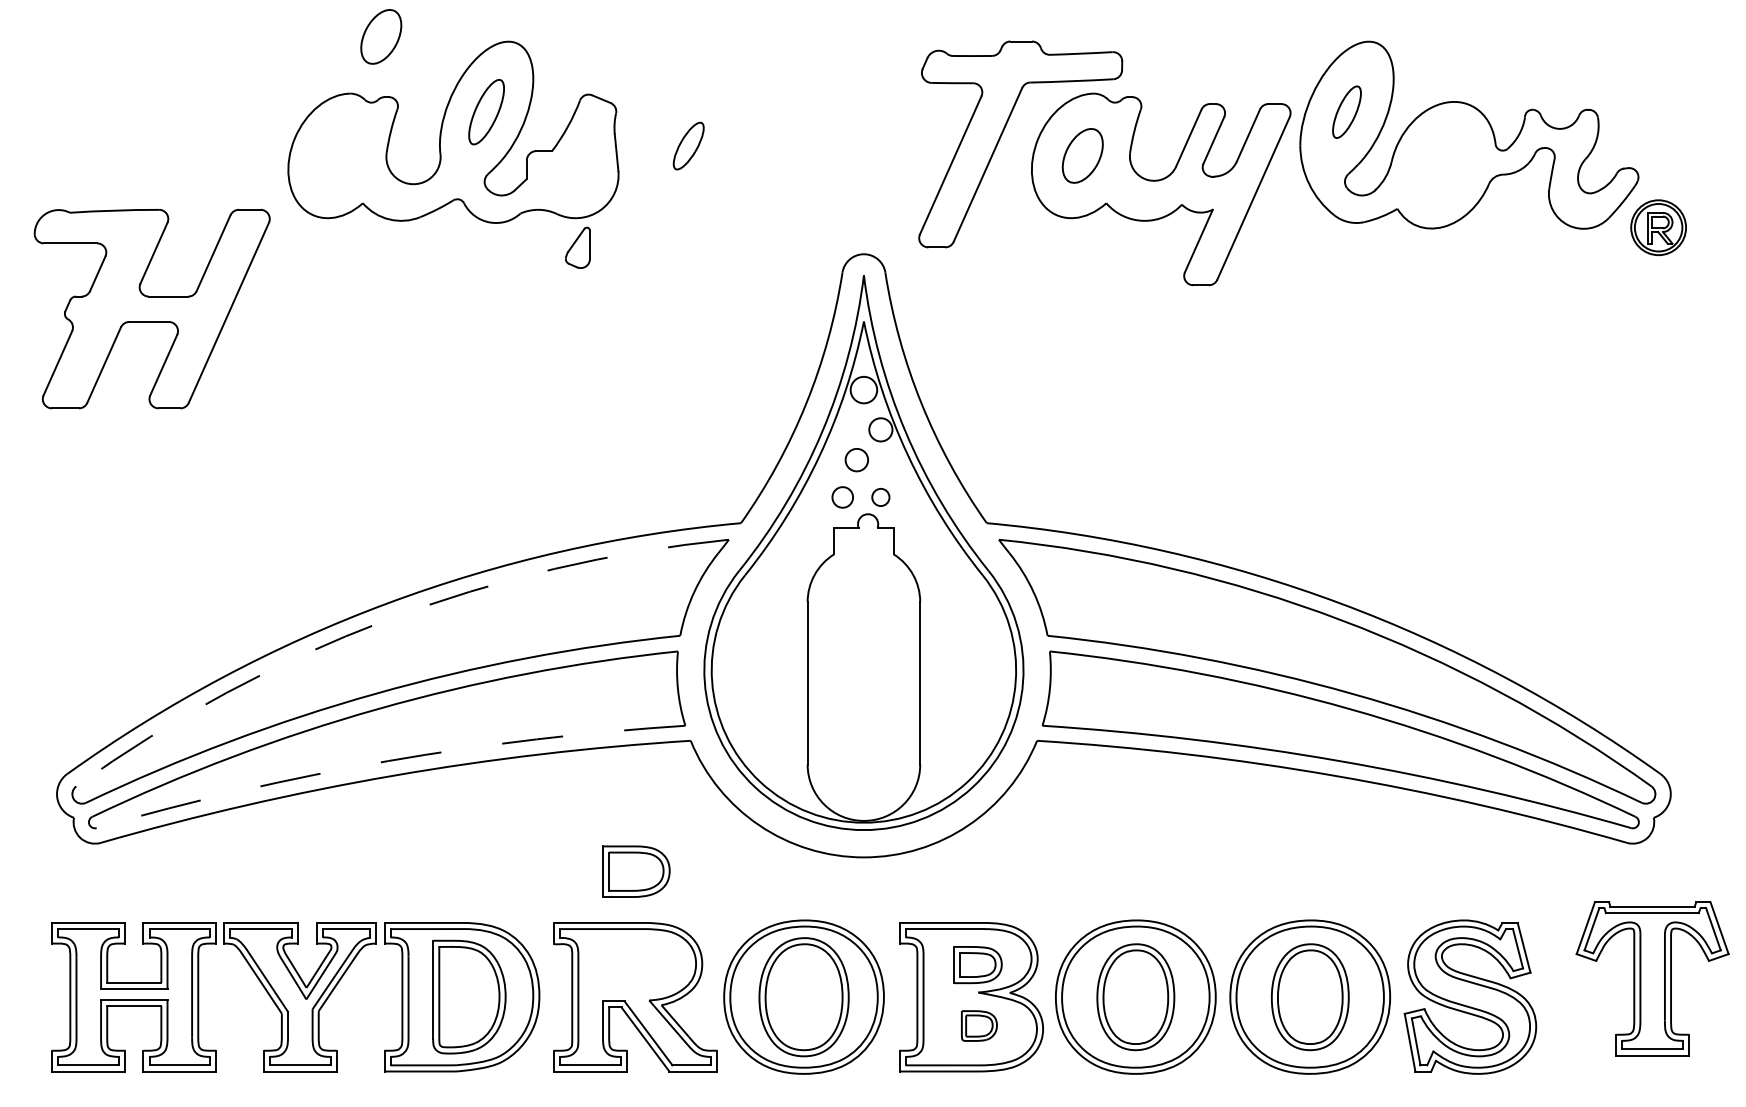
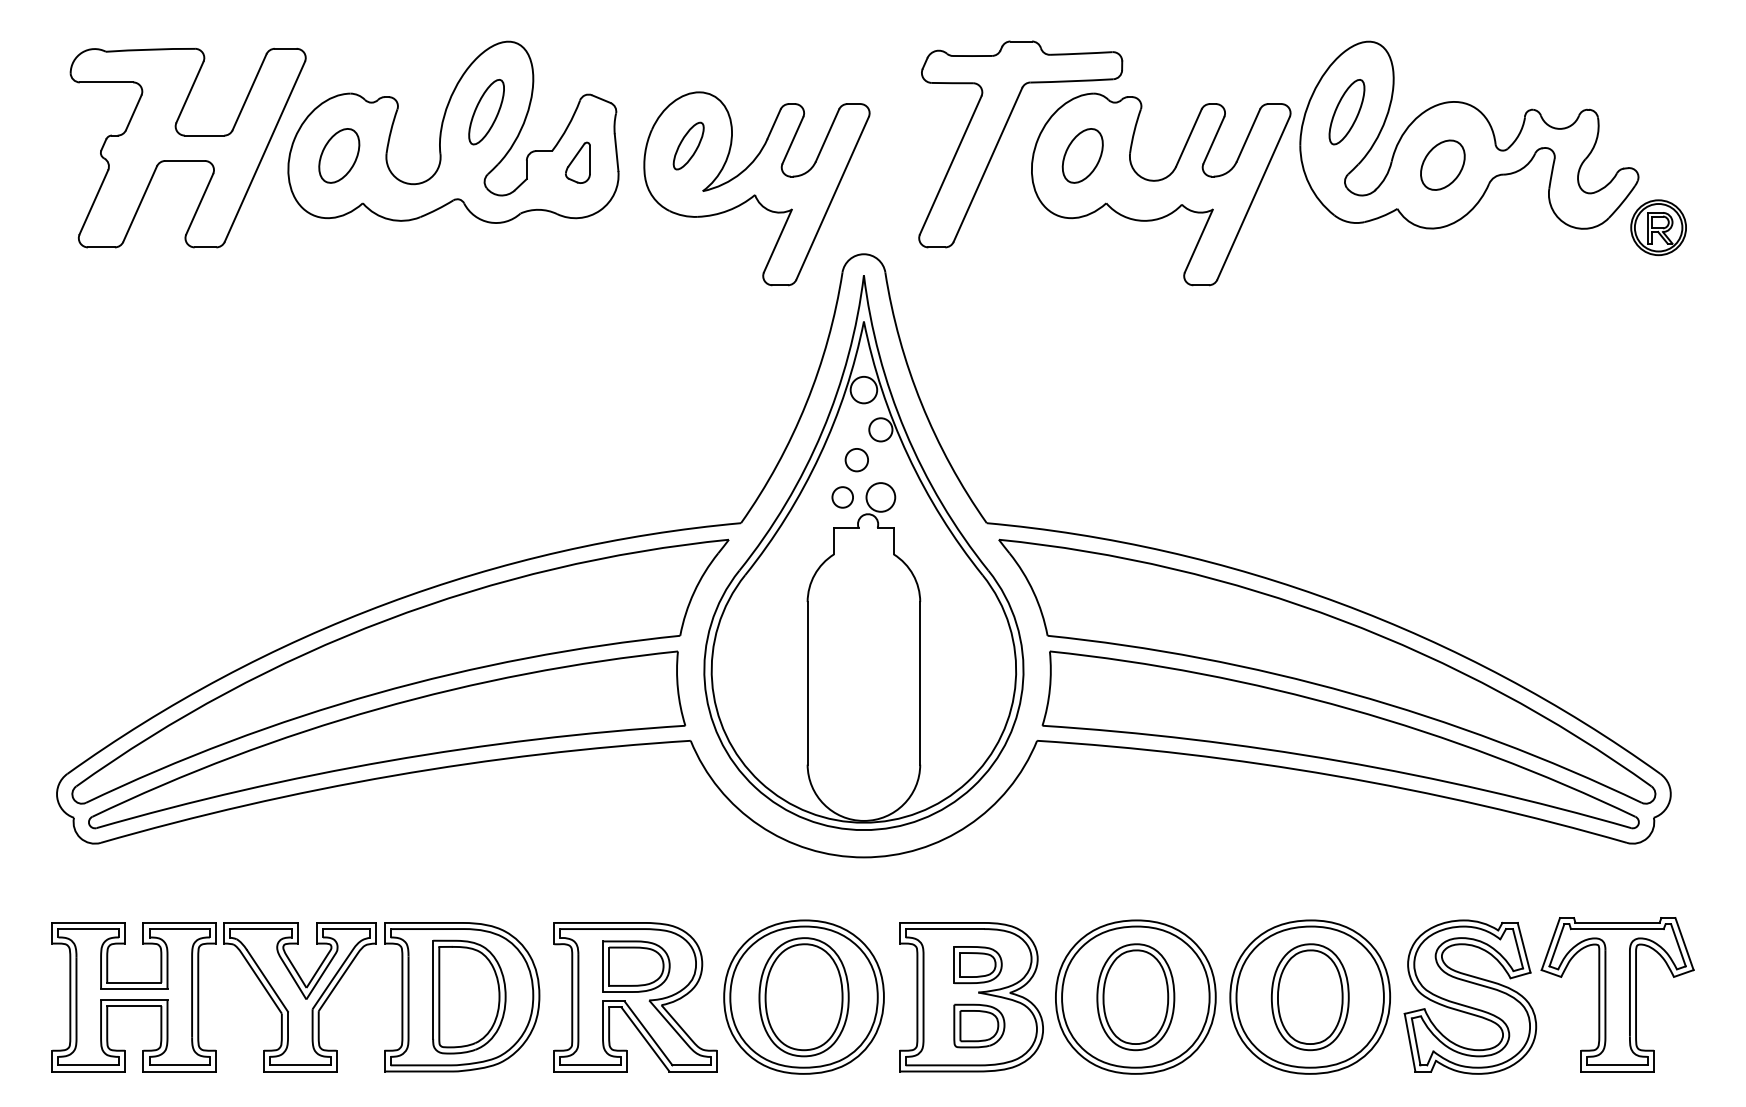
part at (381, 36) position: (381, 36) -> (339, 155)
part at (1346, 111) size: 30x54 px -> 38x67 px
part at (1442, 164): none -> present
part at (756, 188): none -> present
part at (577, 247) position: (577, 247) -> (577, 162)
part at (151, 308) position: (151, 308) -> (187, 147)
circle at (880, 497) diameter: 17 px -> 29 px
arc at (386, 620): dashed -> solid
arc at (388, 761): dashed -> solid
part at (636, 871) position: (636, 871) -> (636, 966)
part at (1652, 978) position: (1652, 978) -> (1617, 994)
part at (979, 1025) size: 37x32 px -> 53x46 px
